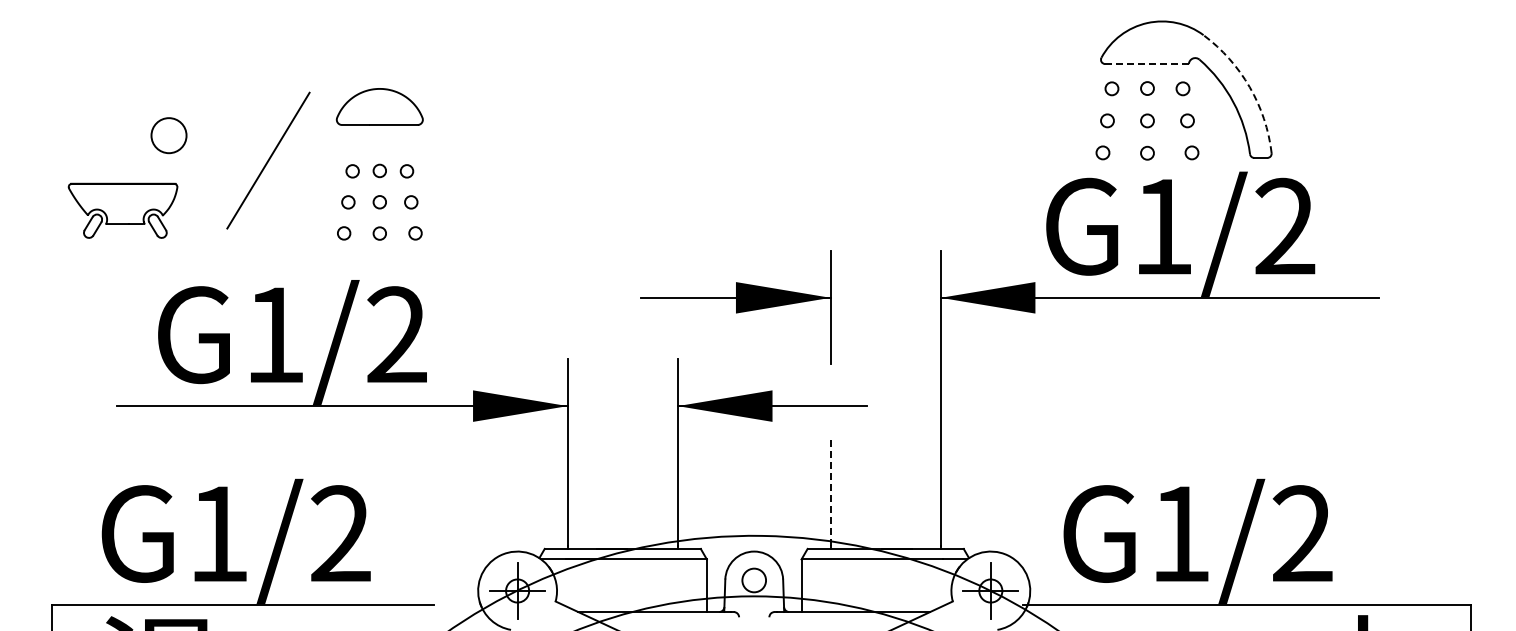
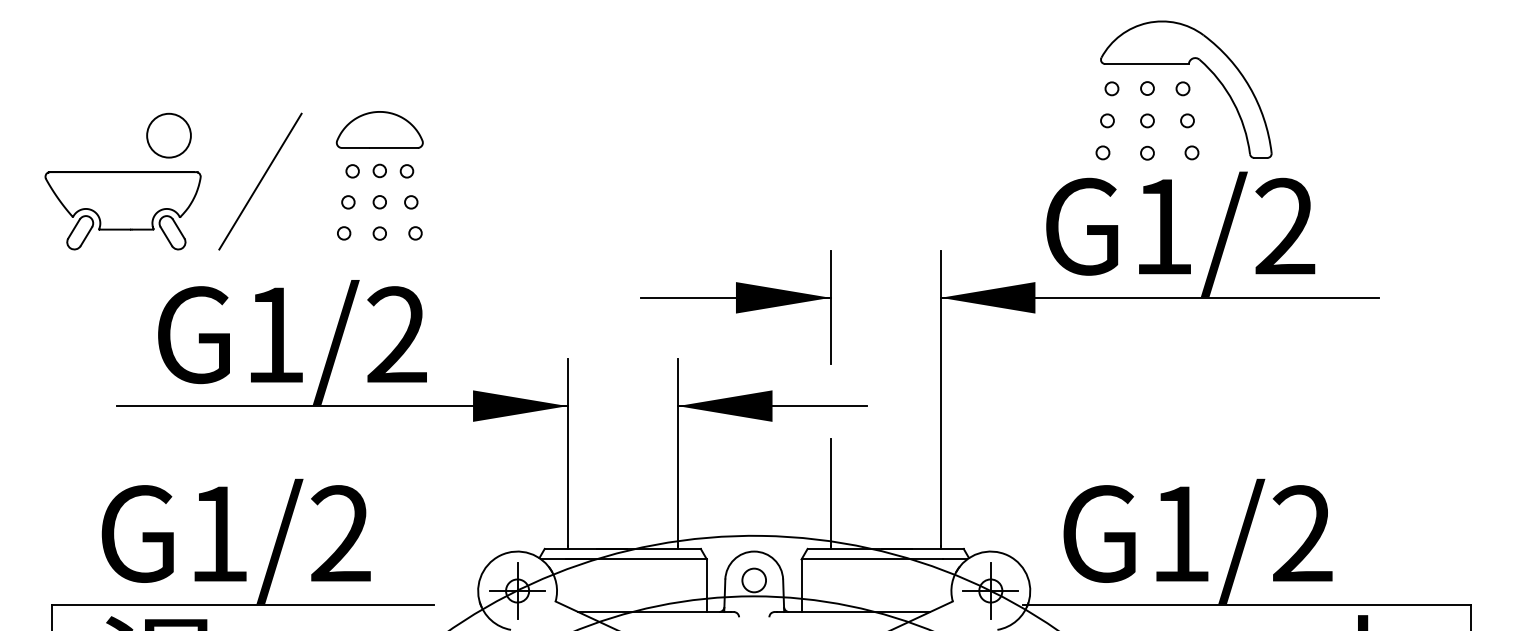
line at (1147, 64): dashed -> solid
arc at (1249, 87): dashed -> solid
part at (379, 106) position: (379, 106) -> (379, 129)
circle at (168, 135) size: 38x38 px -> 46x47 px
line at (268, 160) position: (268, 160) -> (260, 181)
part at (122, 210) size: 112x57 px -> 158x80 px
line at (830, 492): dashed -> solid
